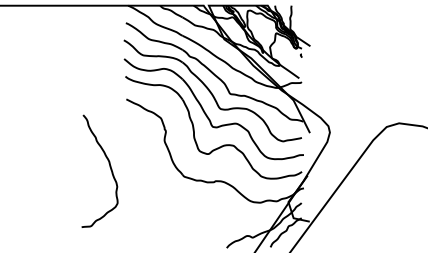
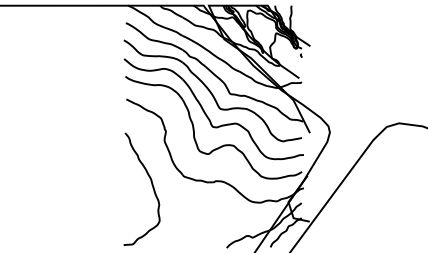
curve at (109, 167) position: (109, 167) -> (151, 185)
